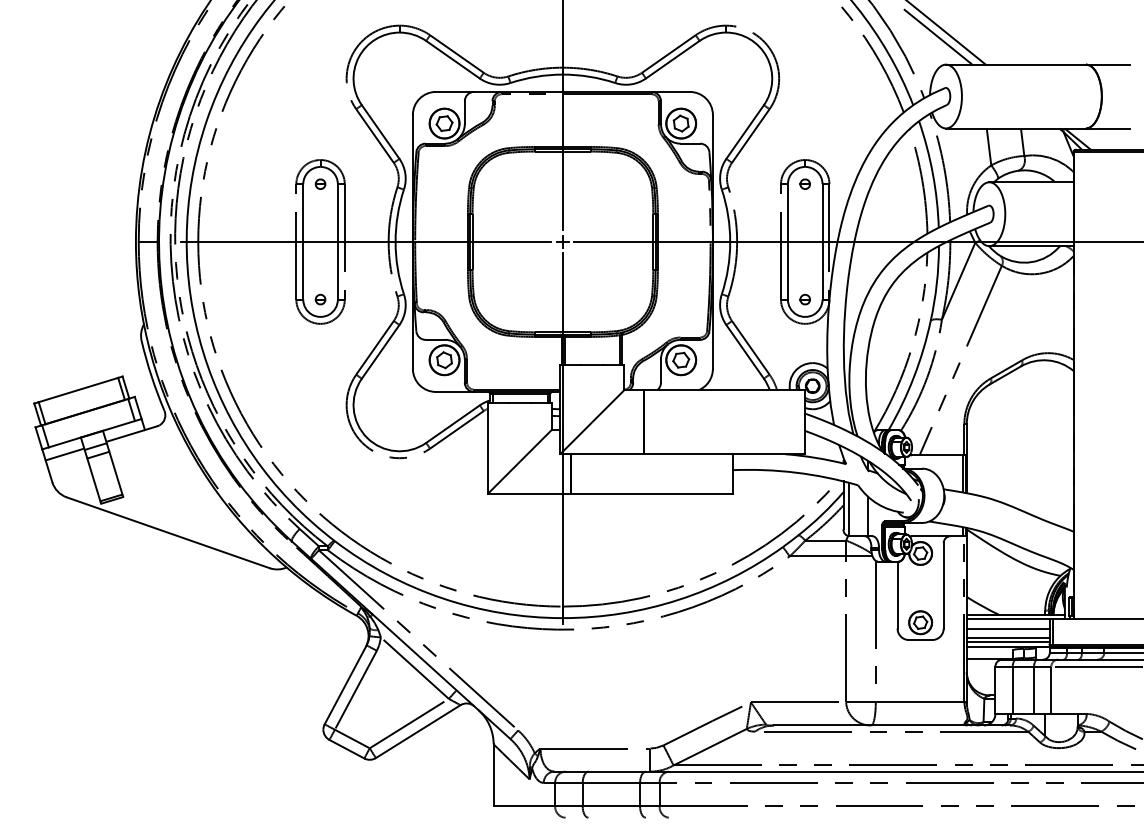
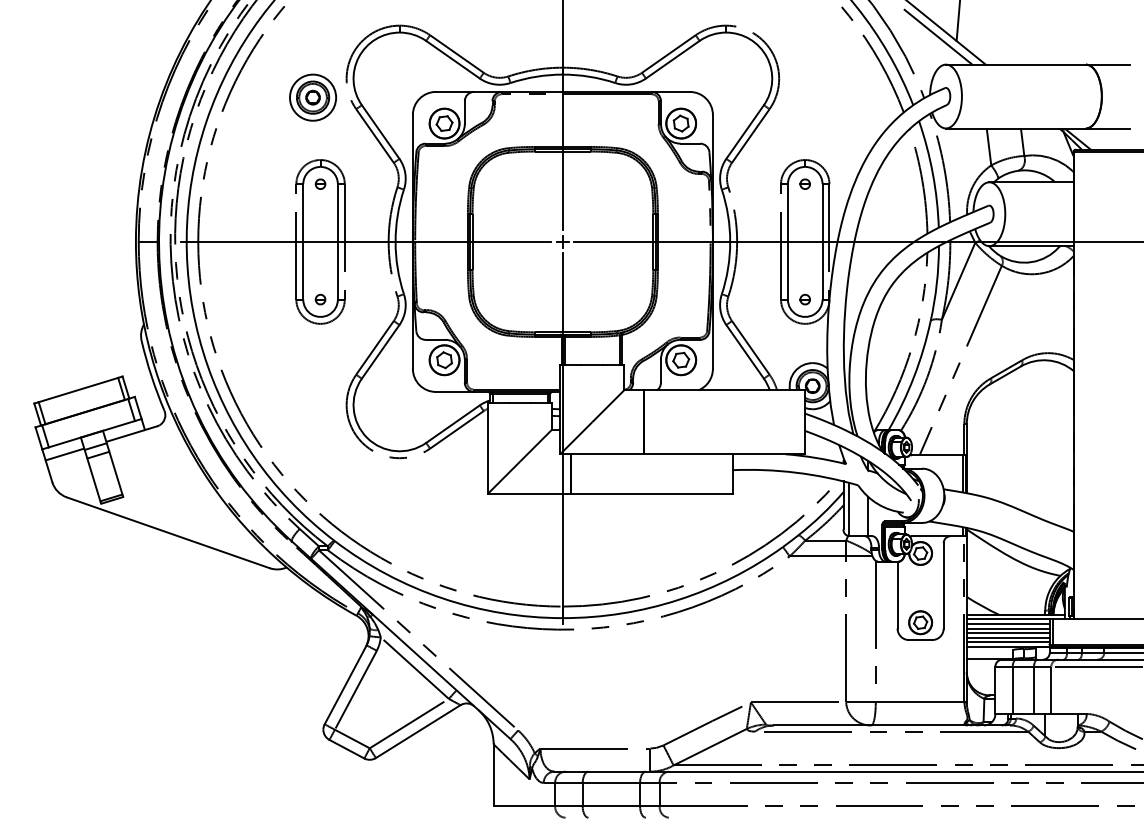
line at (957, 21): none -> present
part at (312, 97): none -> present
line at (1007, 624): none -> present
line at (1007, 633): none -> present
